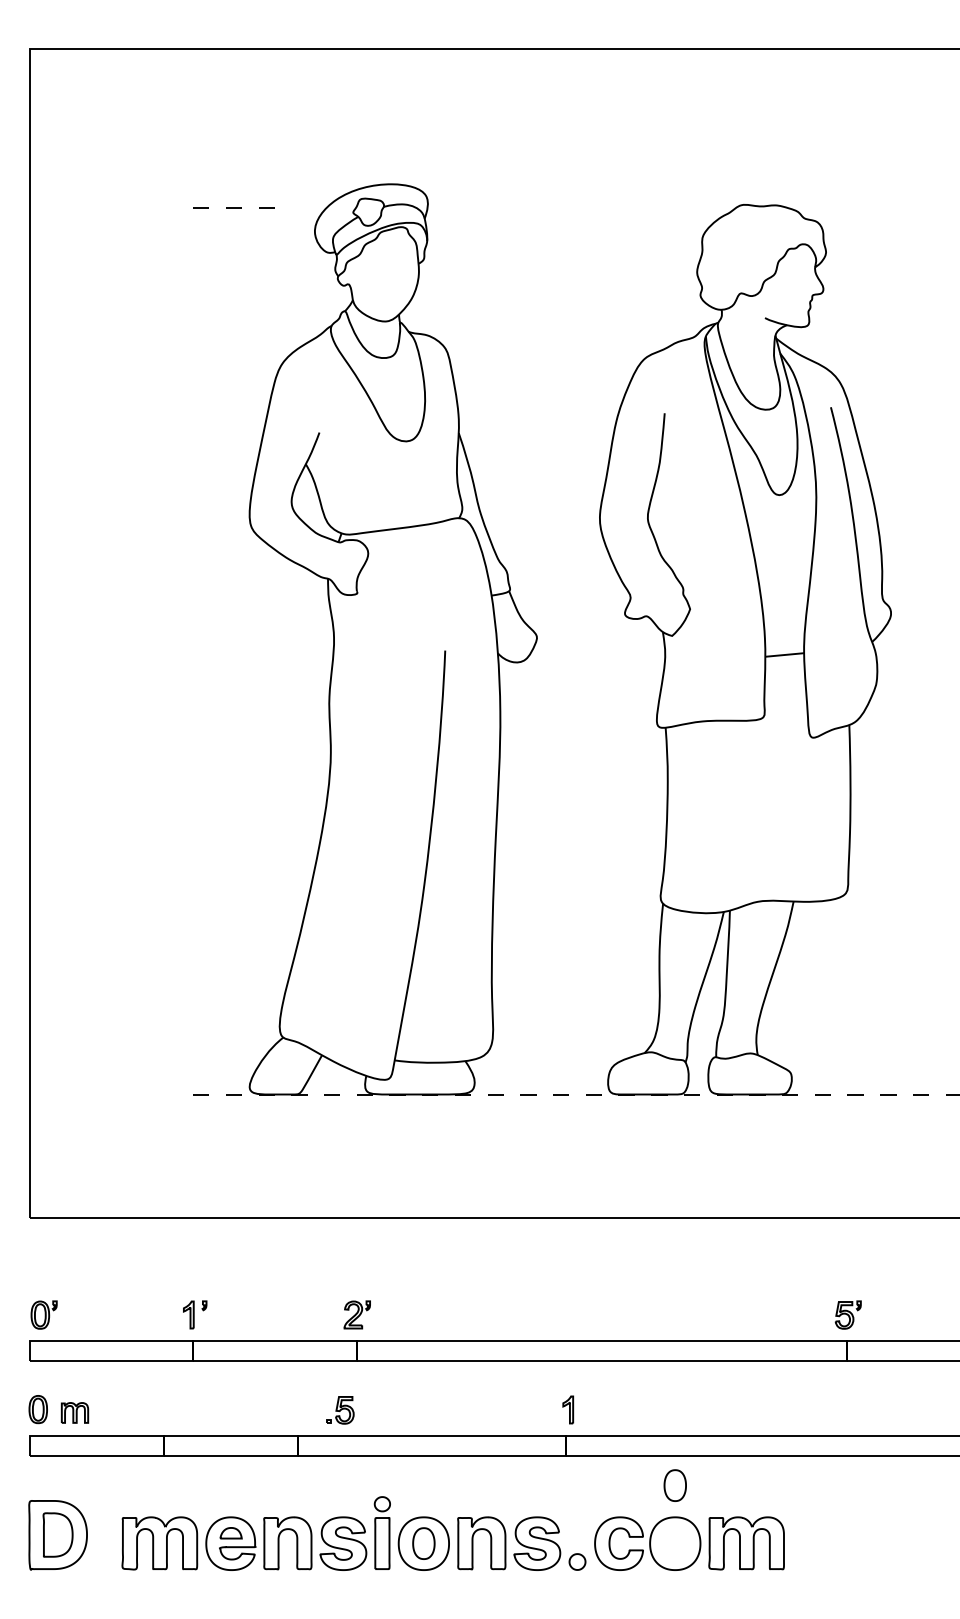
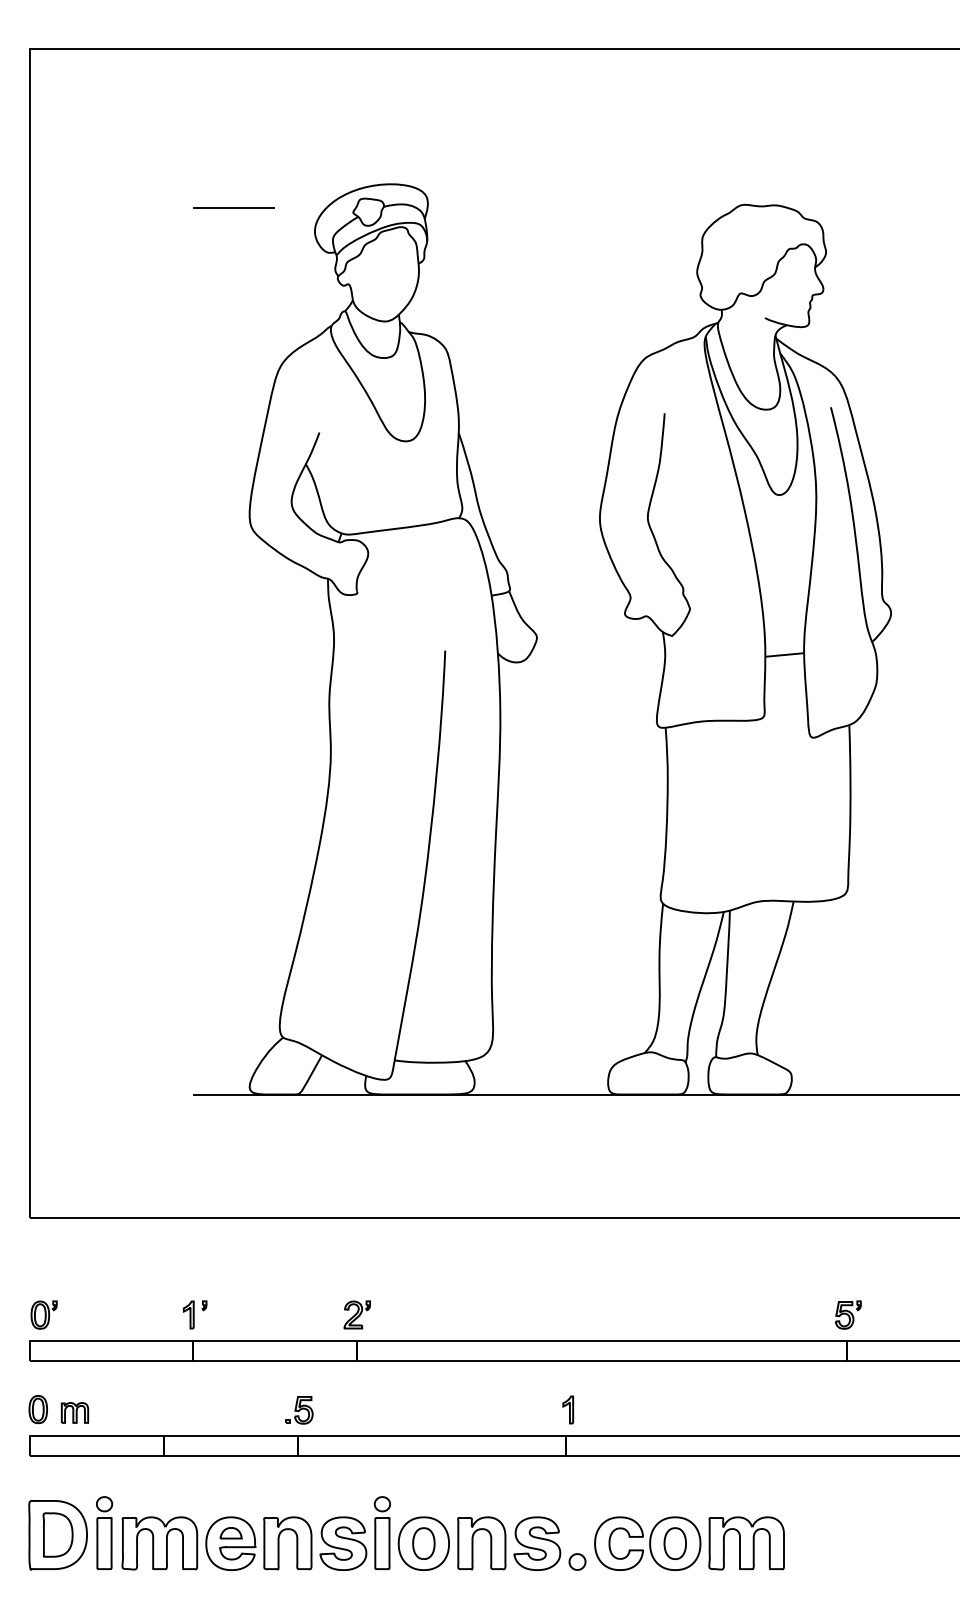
line at (233, 208): dashed -> solid
line at (576, 1094): dashed -> solid
part at (340, 1410) position: (340, 1410) -> (299, 1410)
part at (674, 1485) position: (674, 1485) -> (674, 1543)
part at (104, 1532): none -> present
